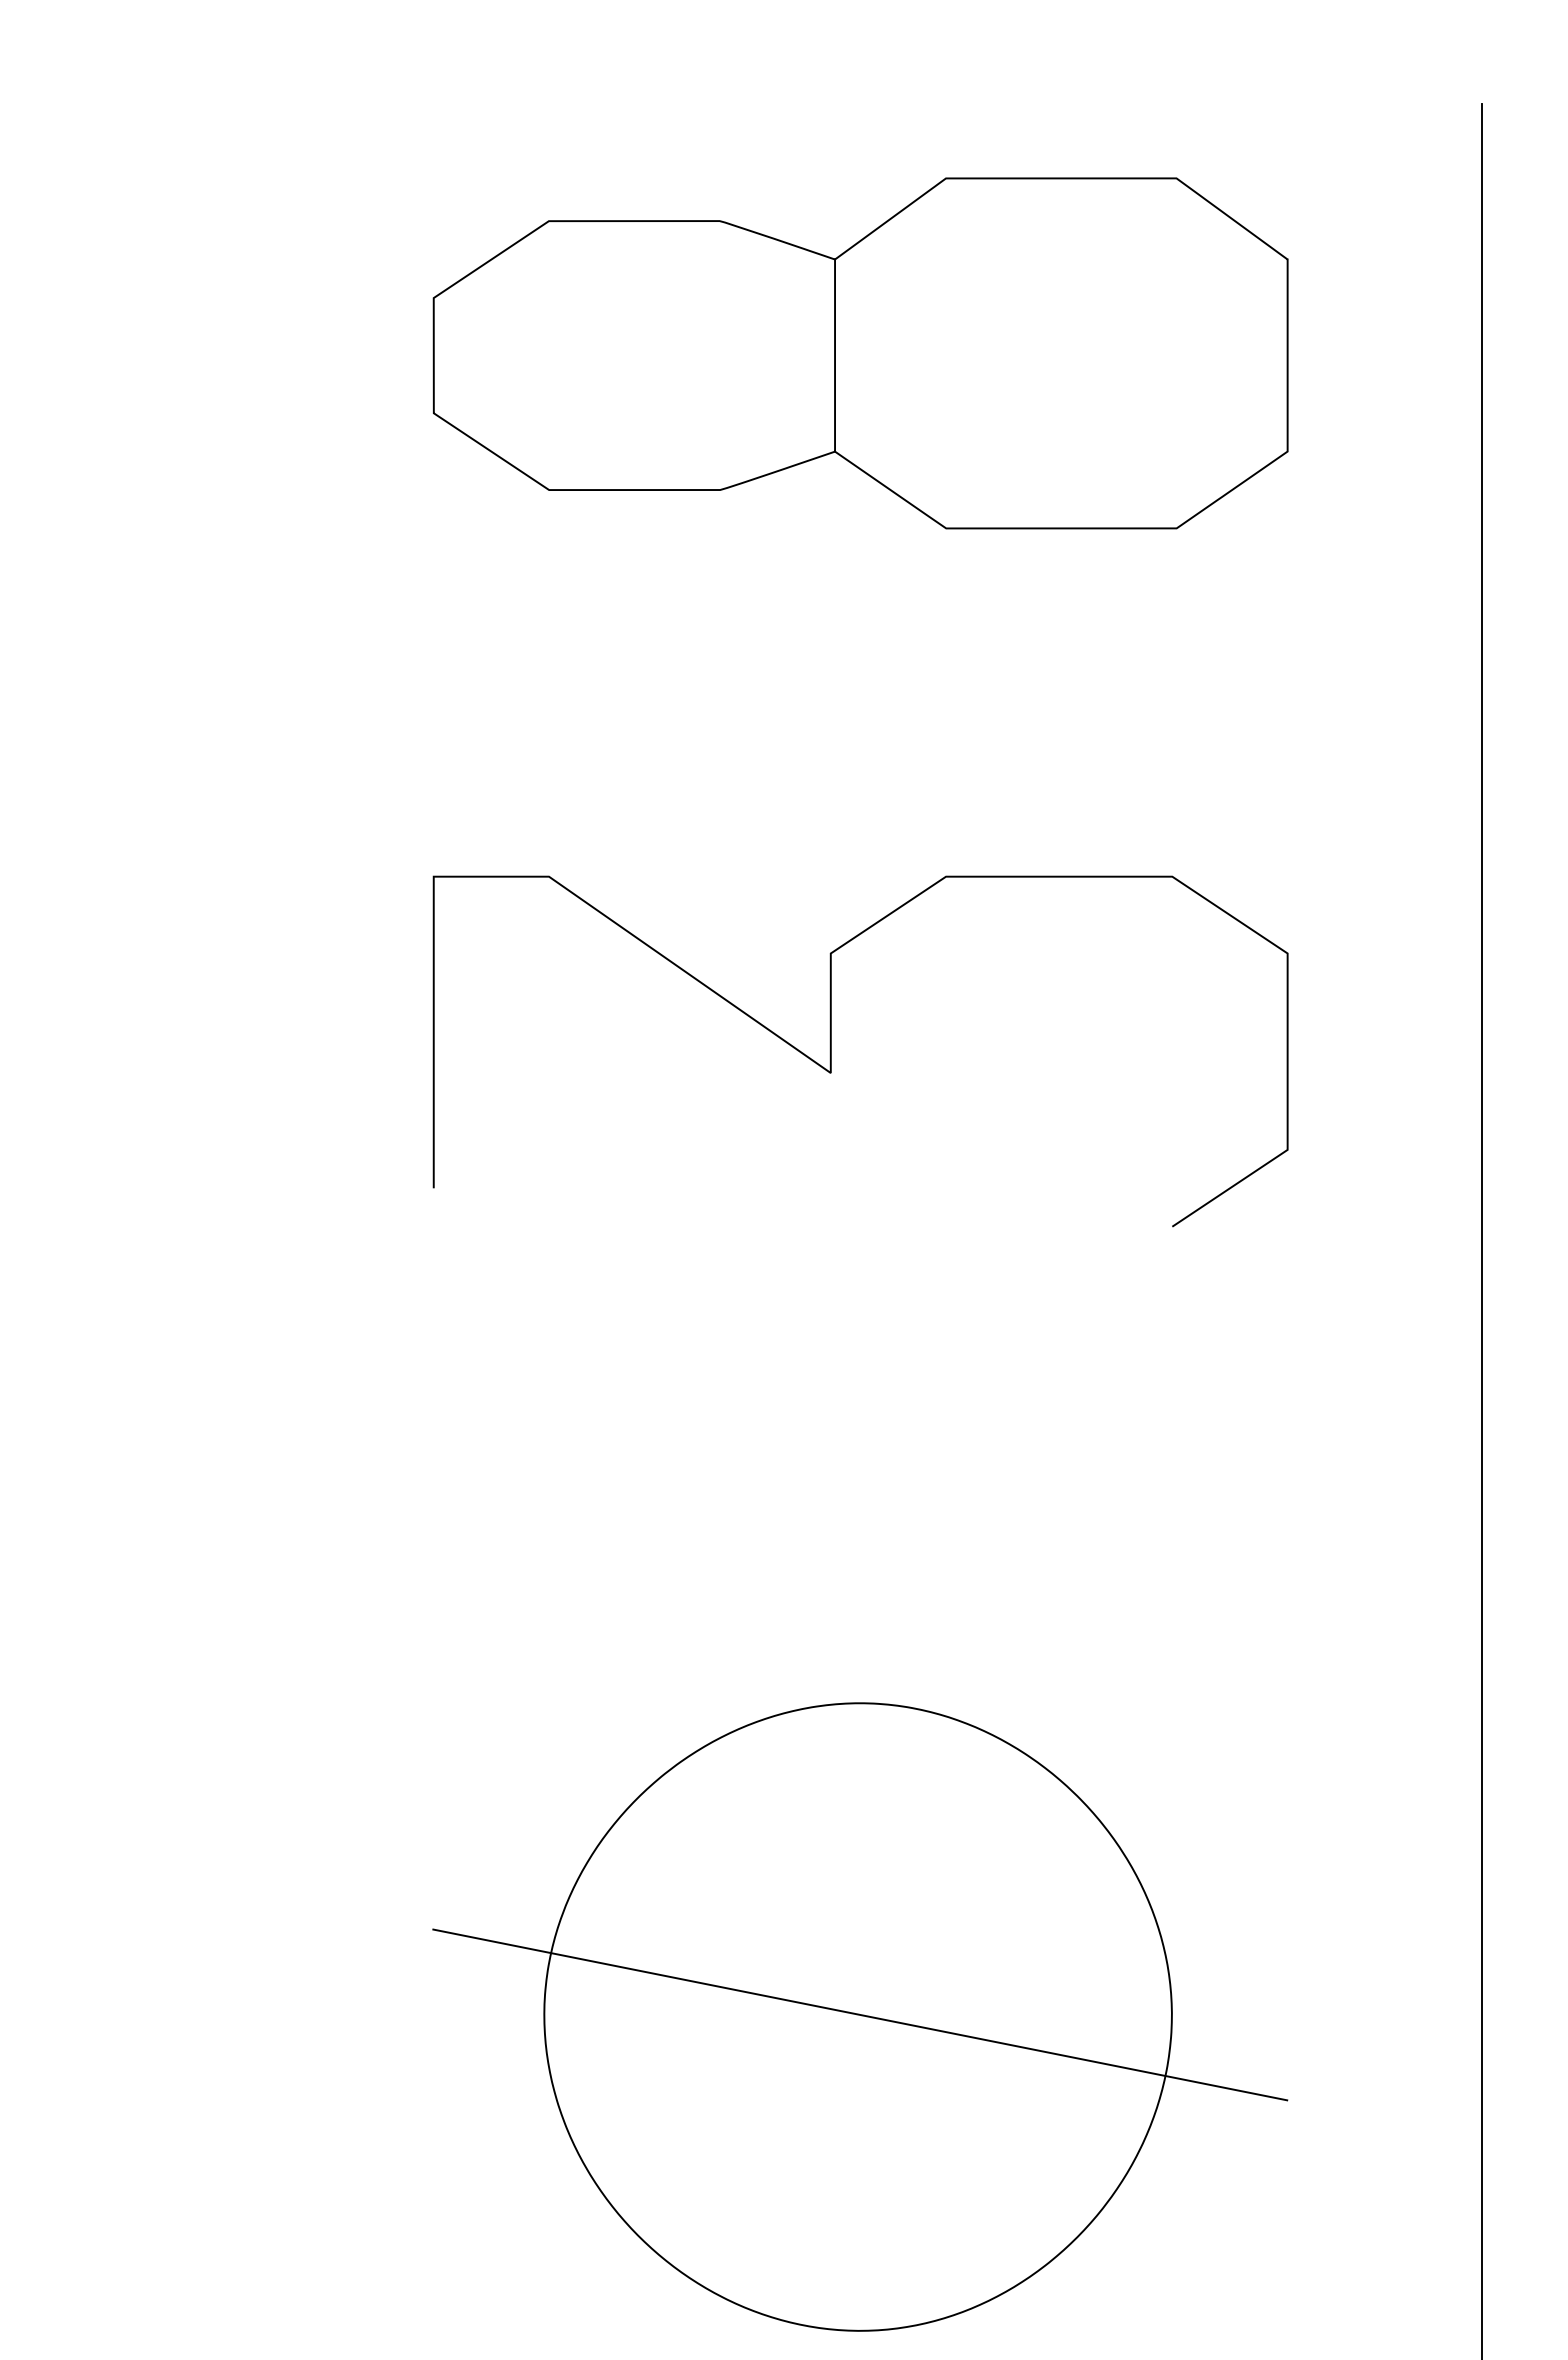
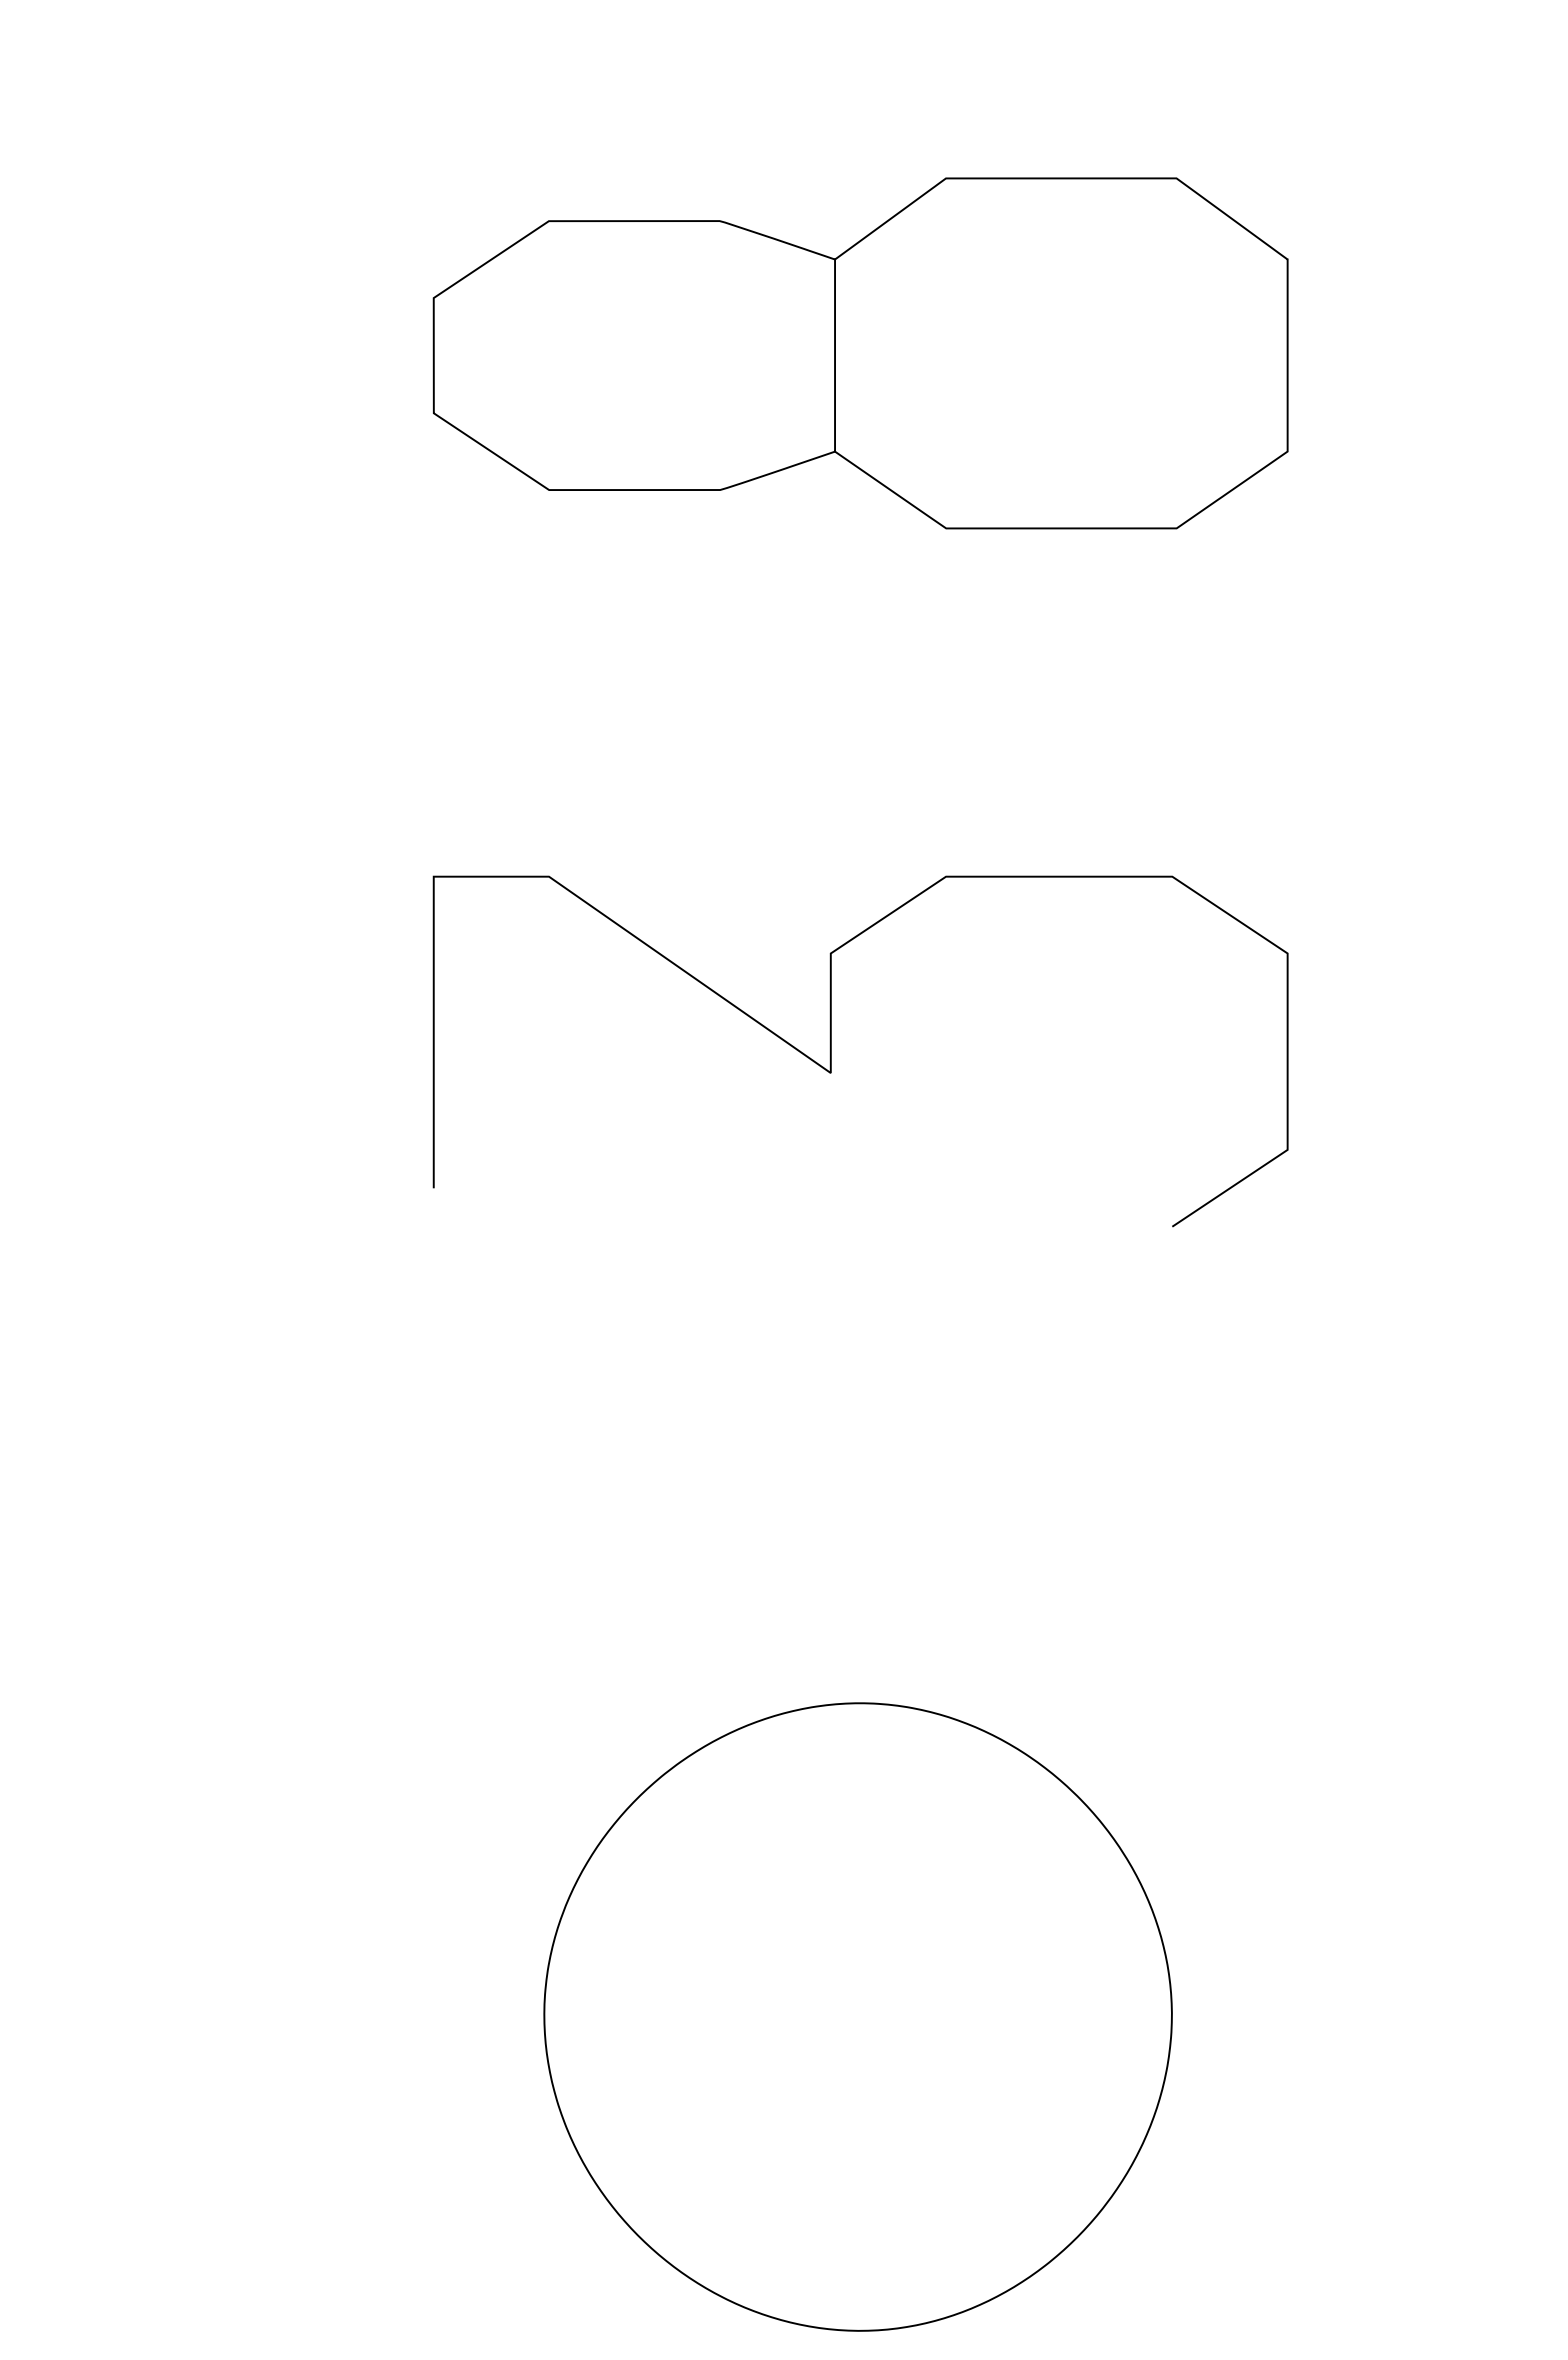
line at (1482, 1229): present -> none
line at (860, 2014): present -> none
